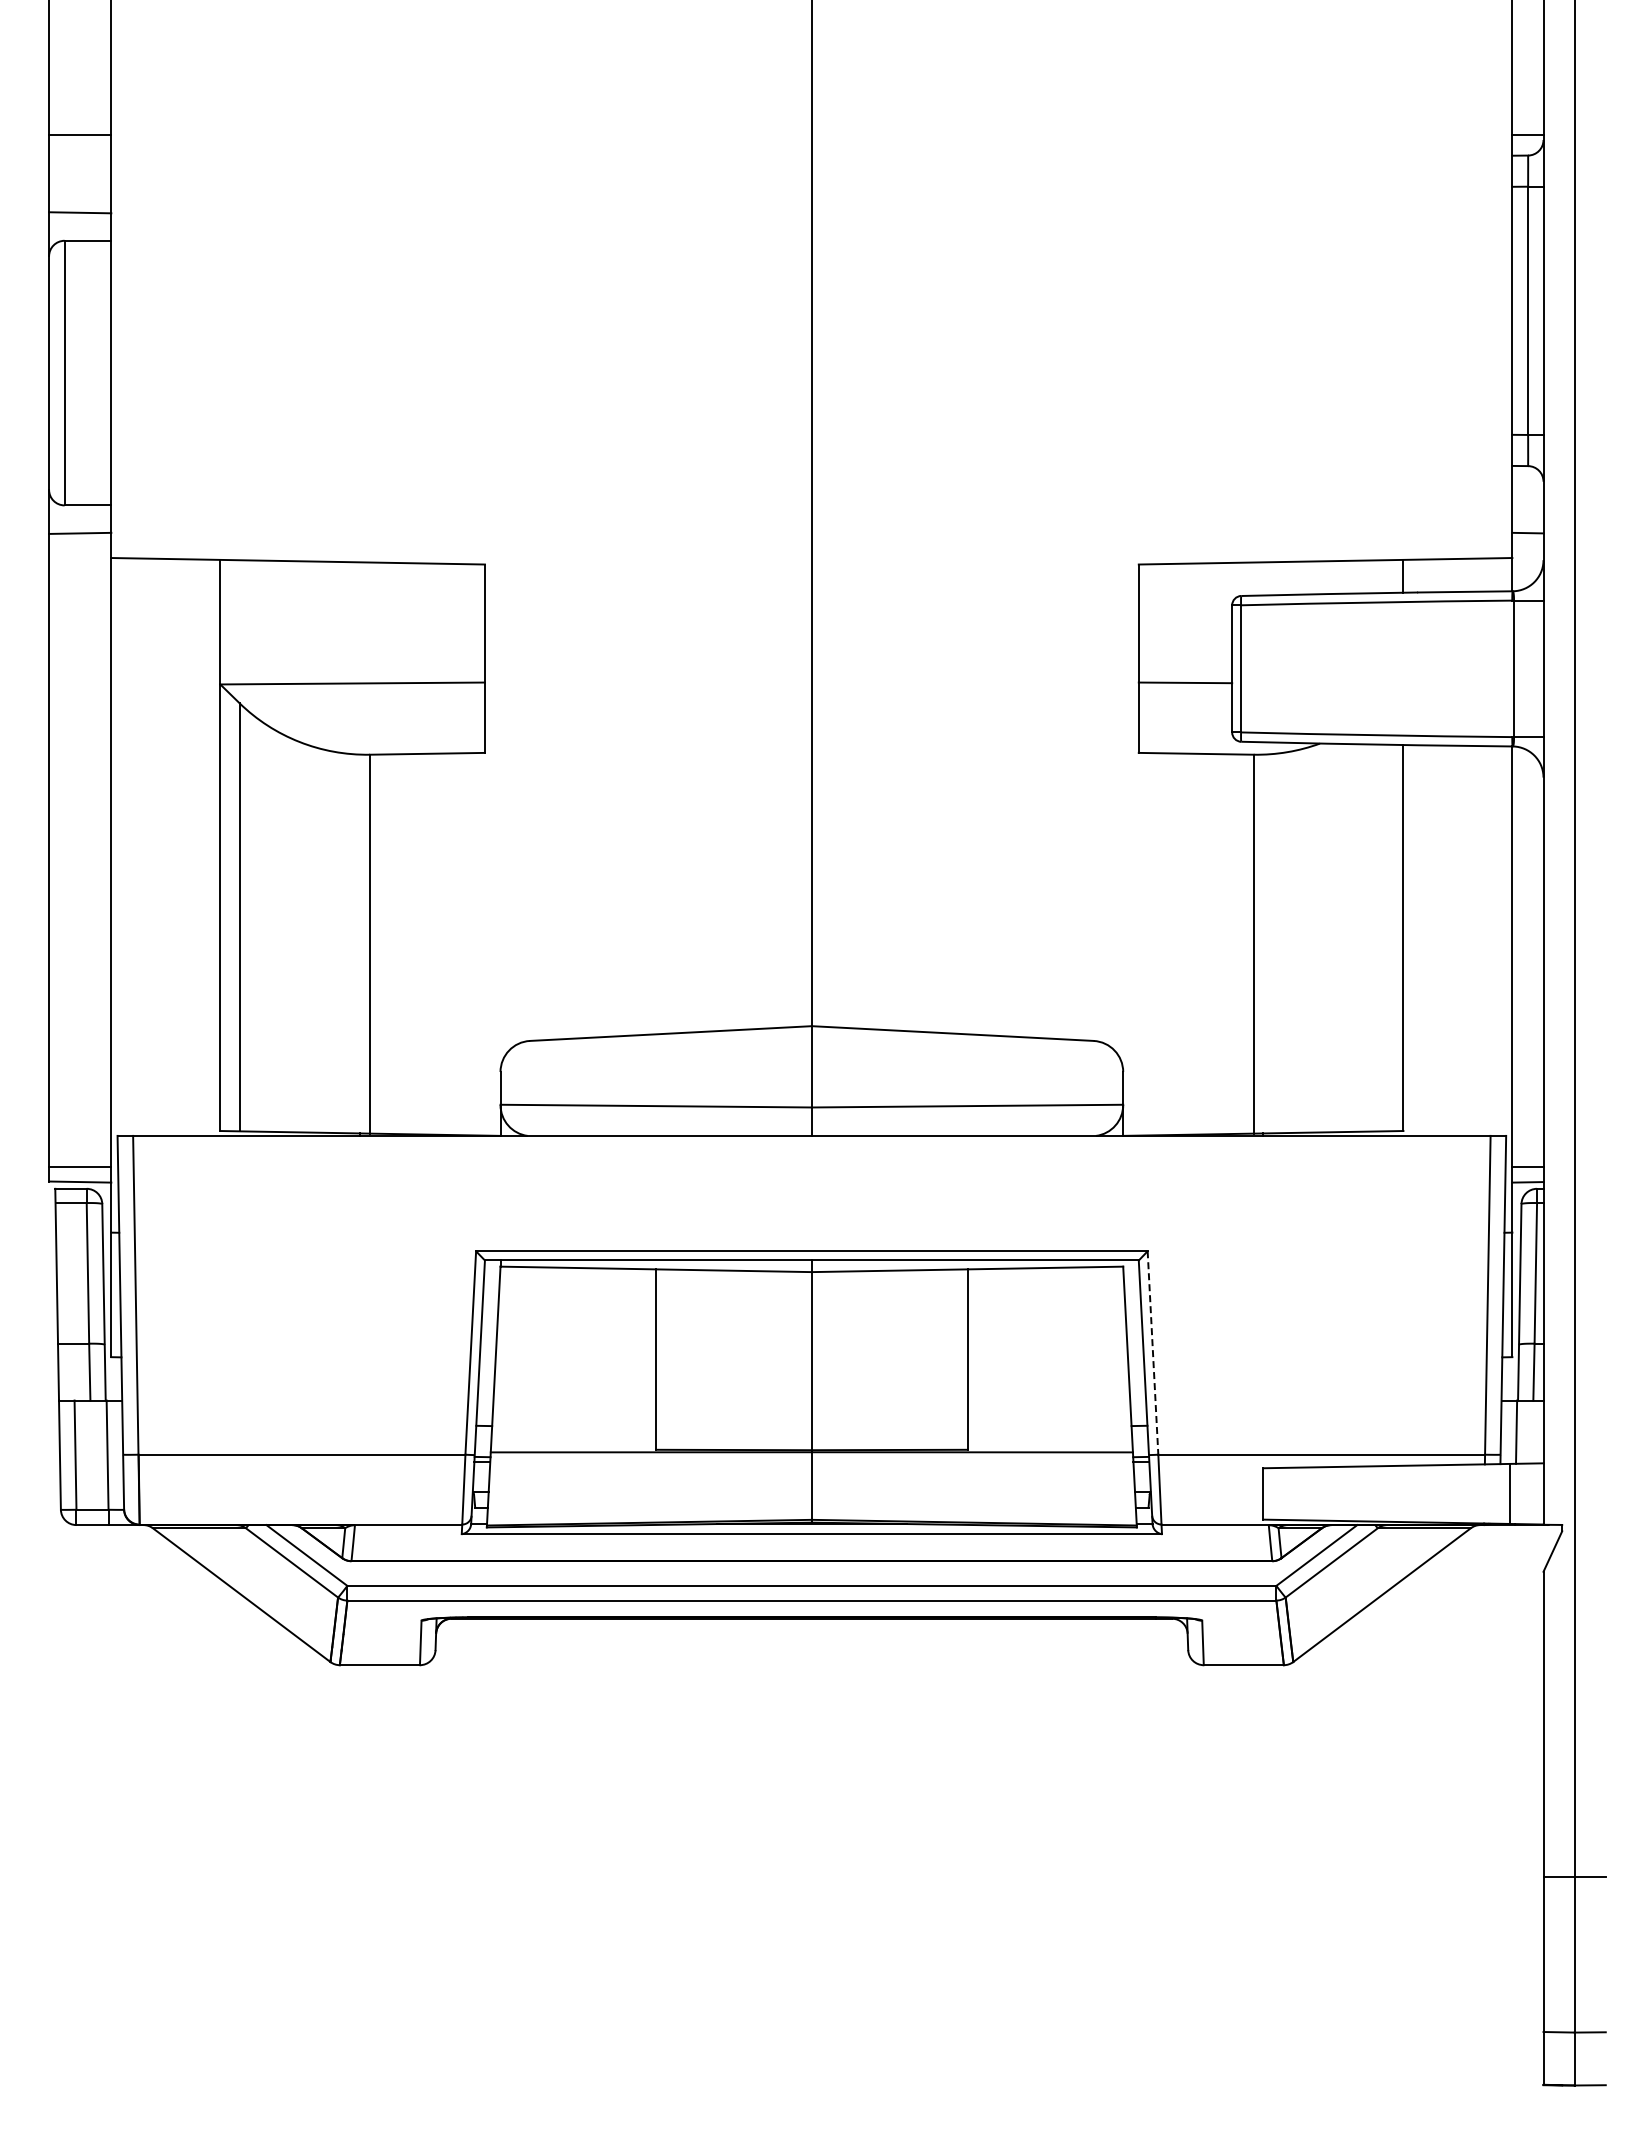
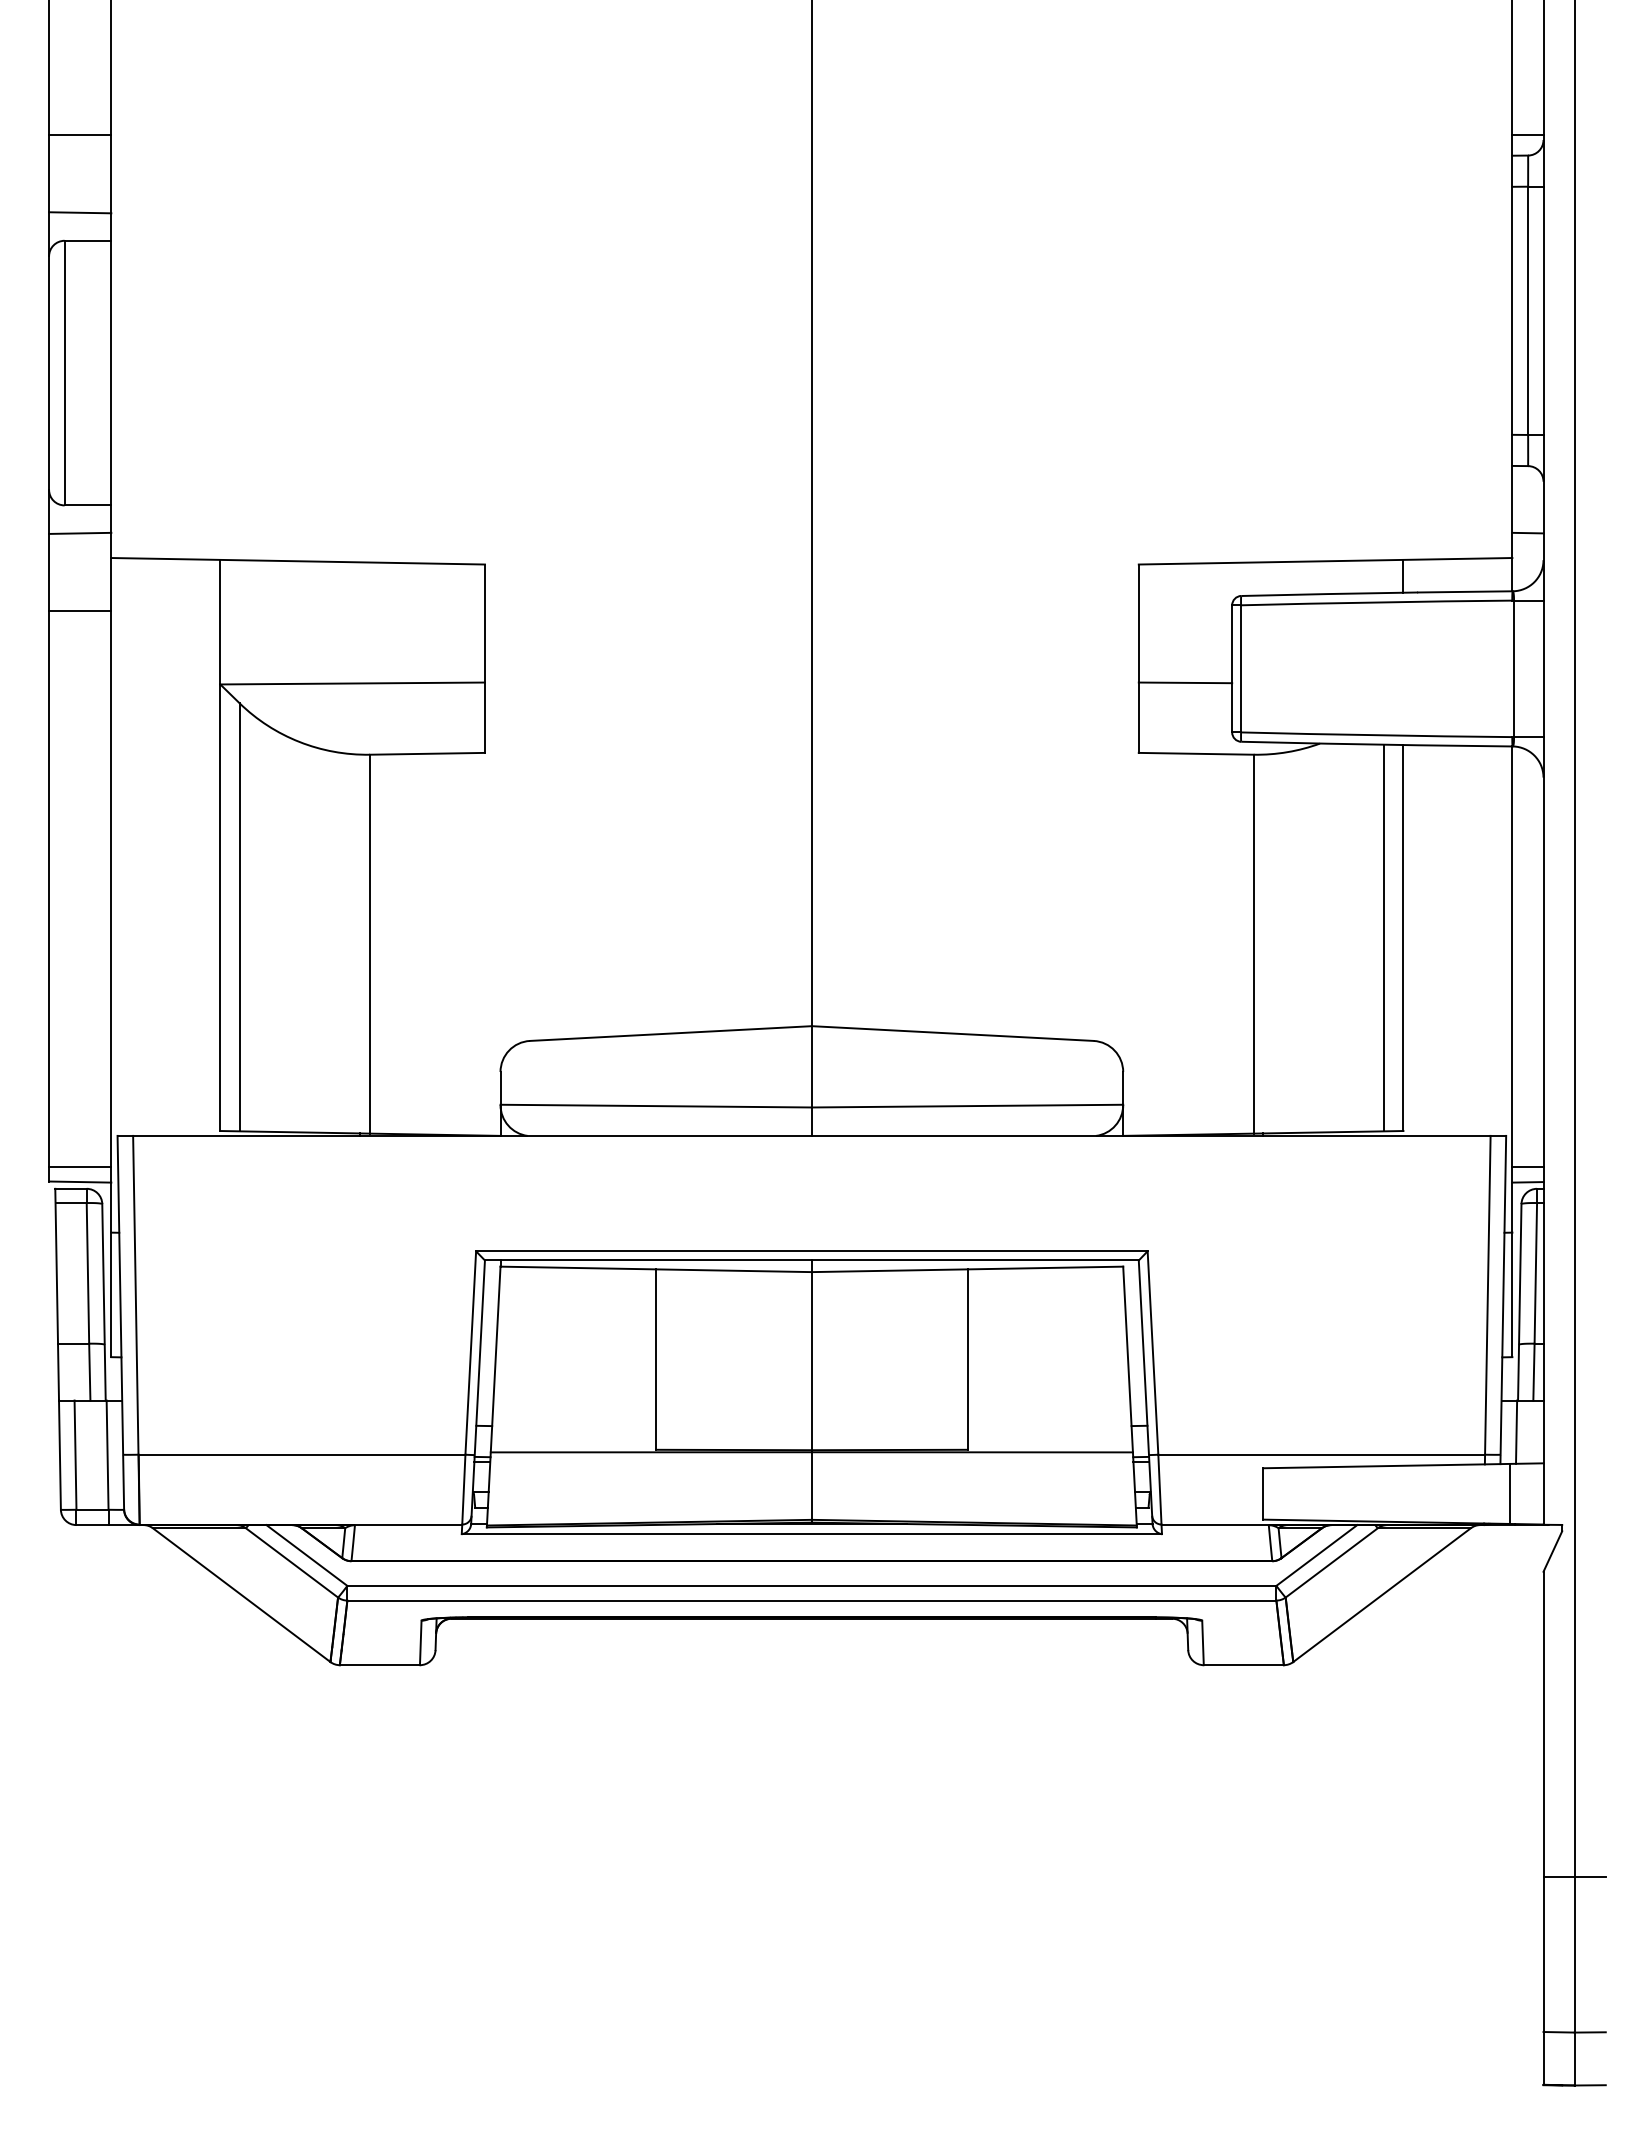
line at (80, 610): none -> present
line at (1384, 937): none -> present
line at (1152, 1352): dashed -> solid
